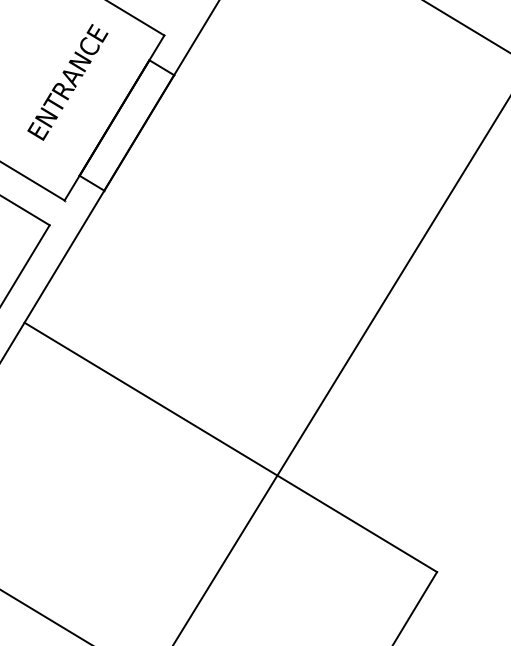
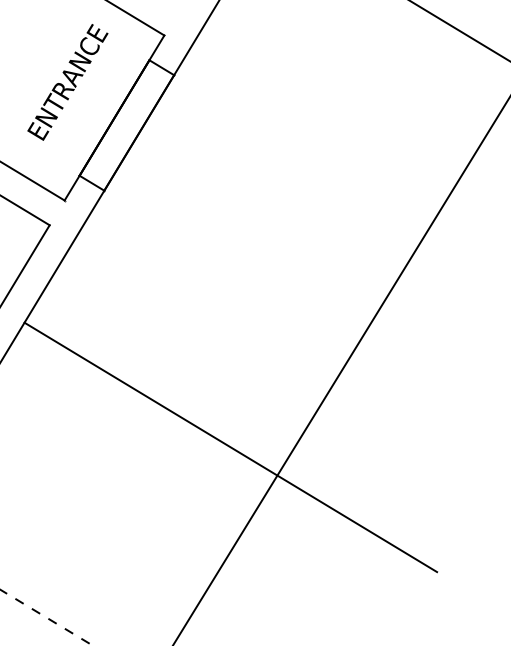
line at (466, 26) position: (466, 26) -> (459, 31)
line at (415, 607): present -> none
line at (46, 617): solid -> dashed
